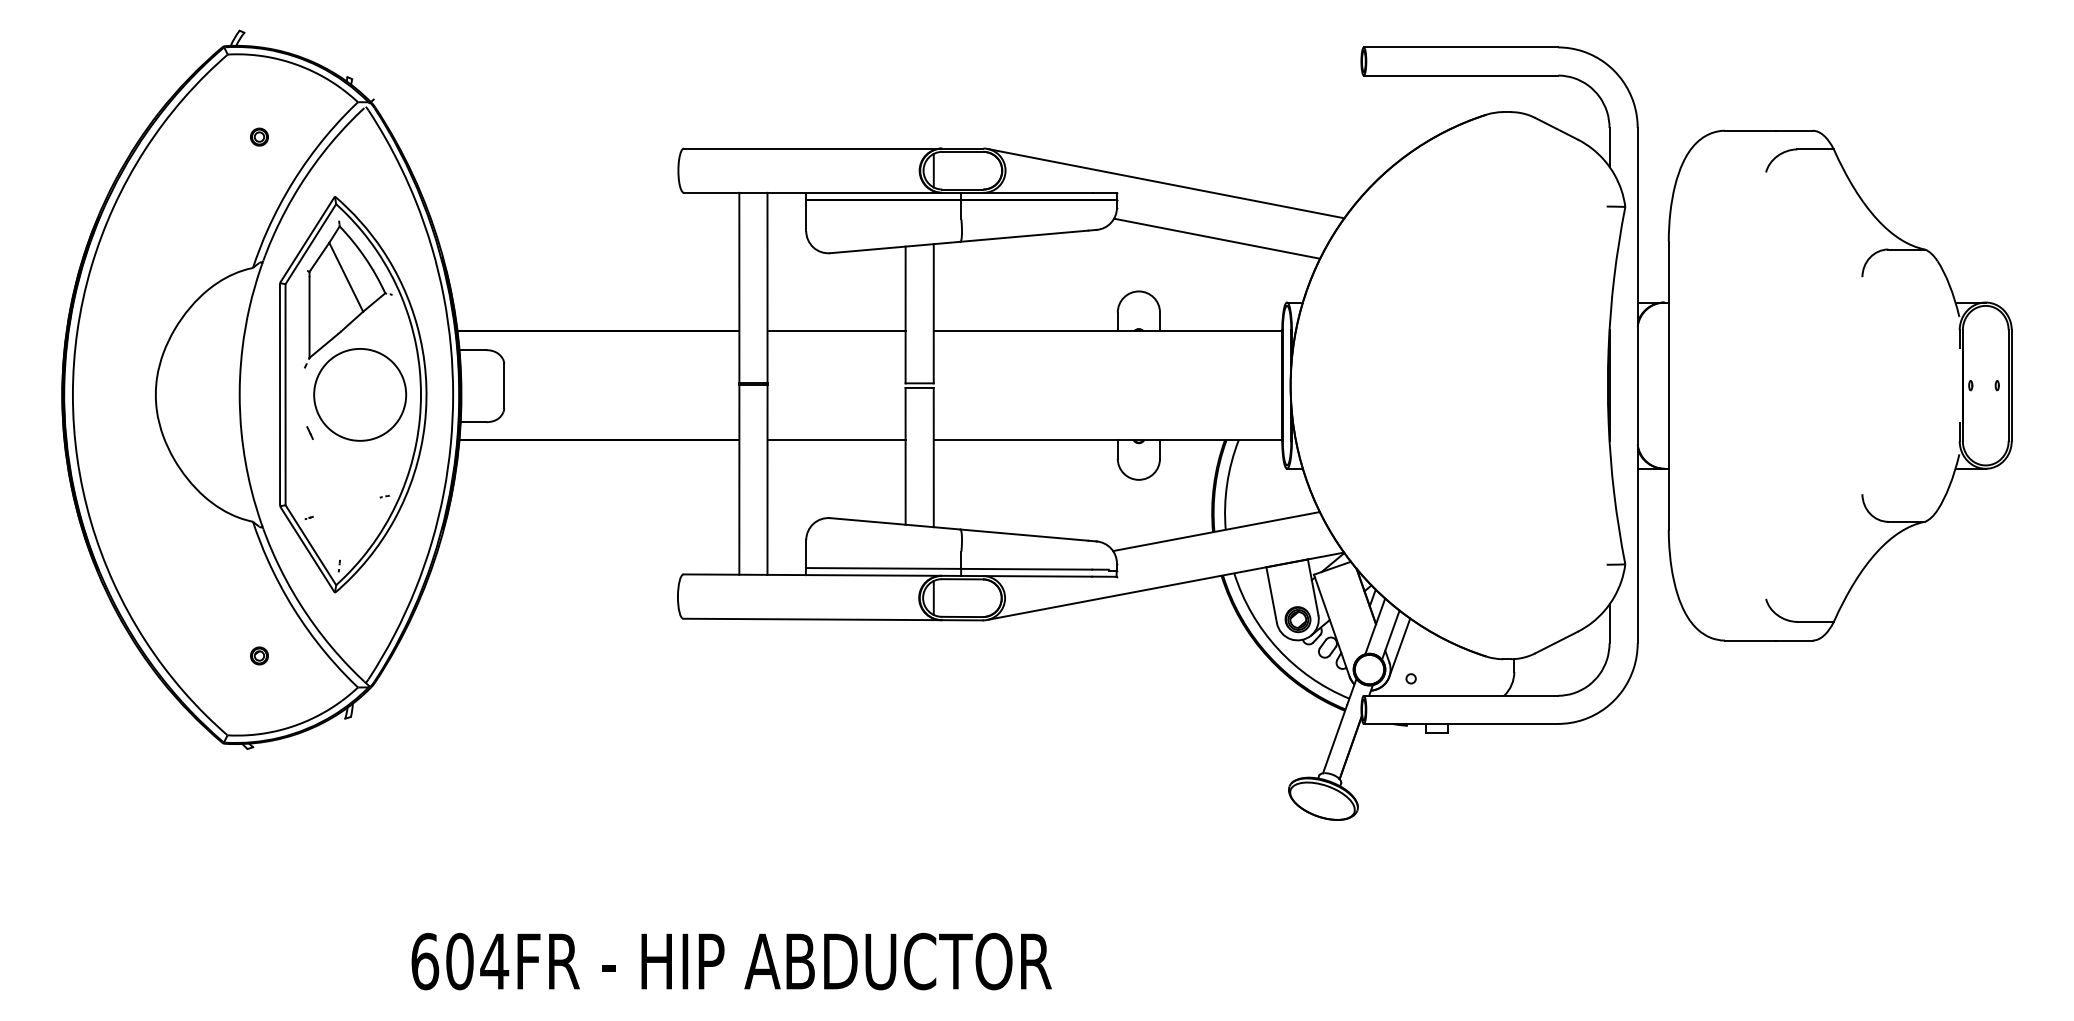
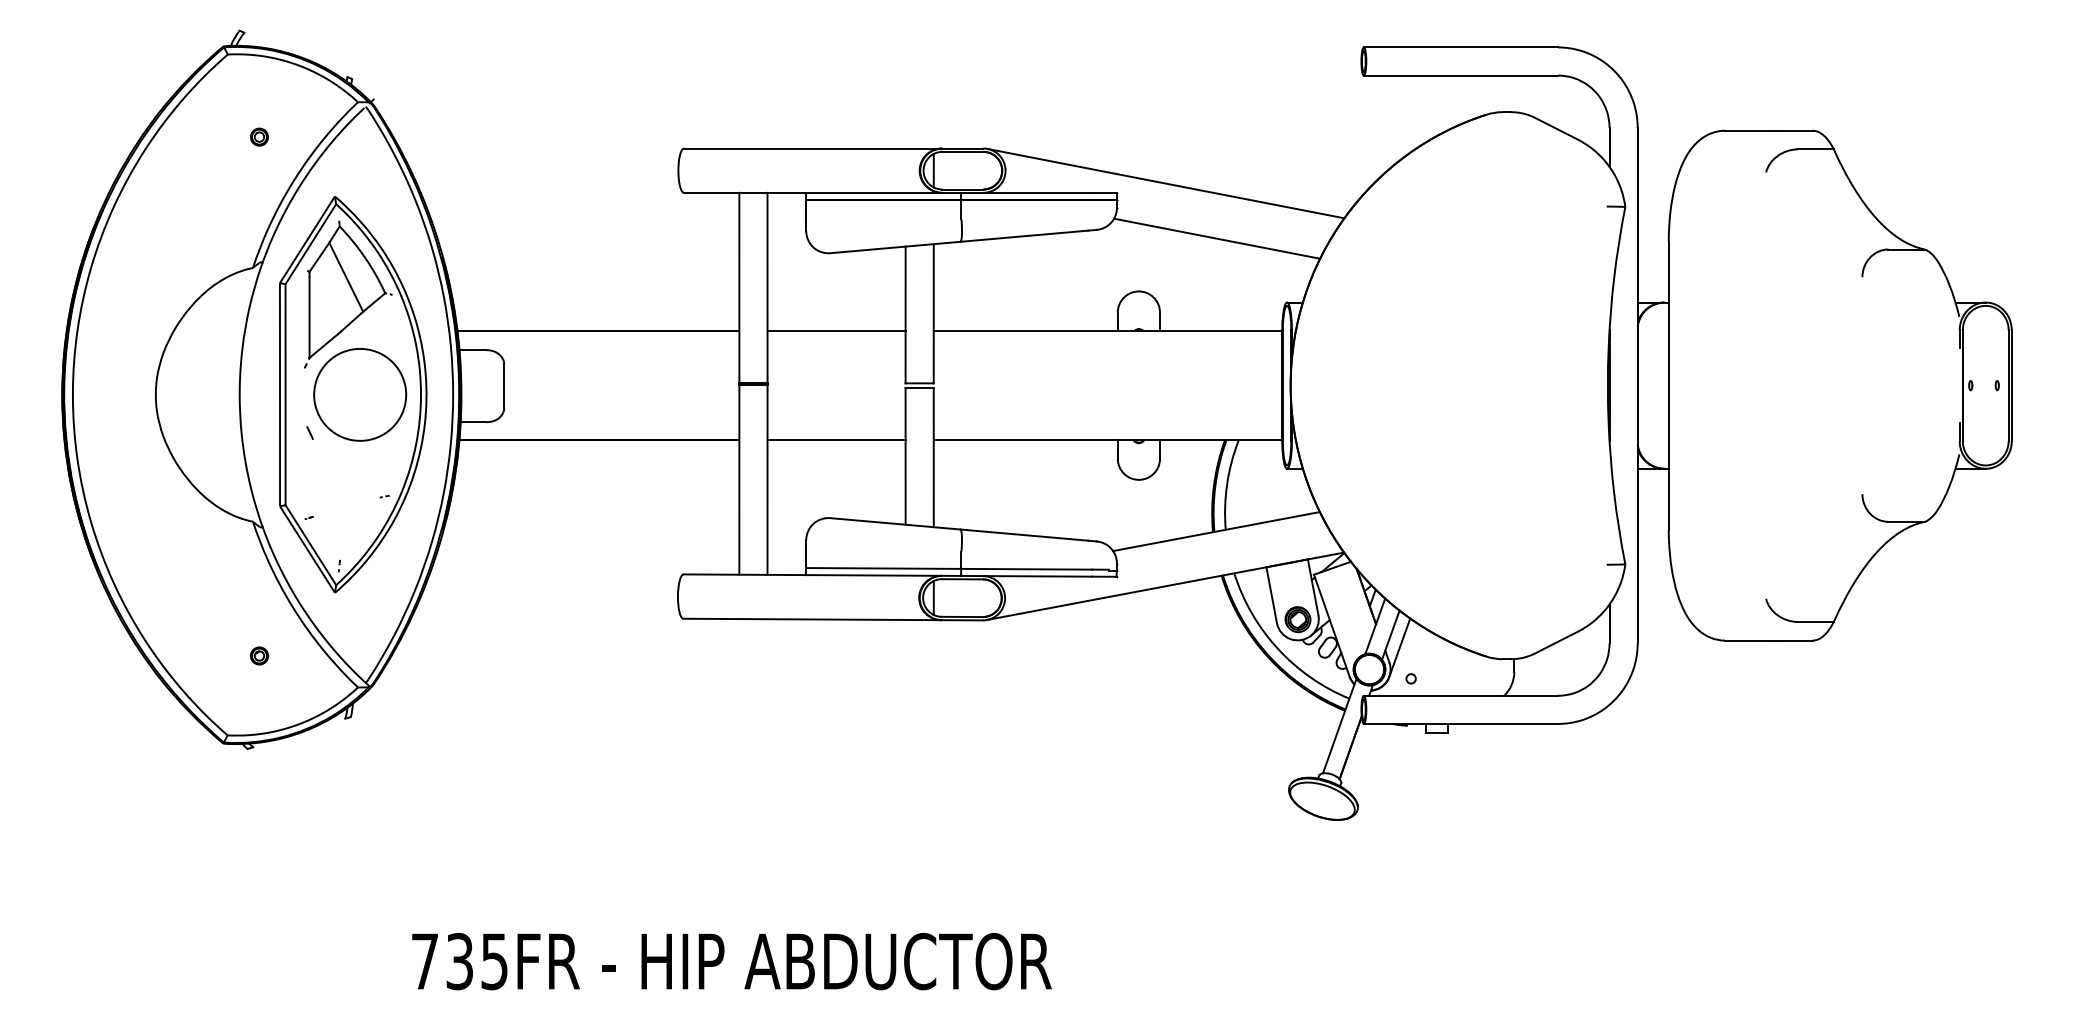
text at (460, 961): 604FR -> 735FR
